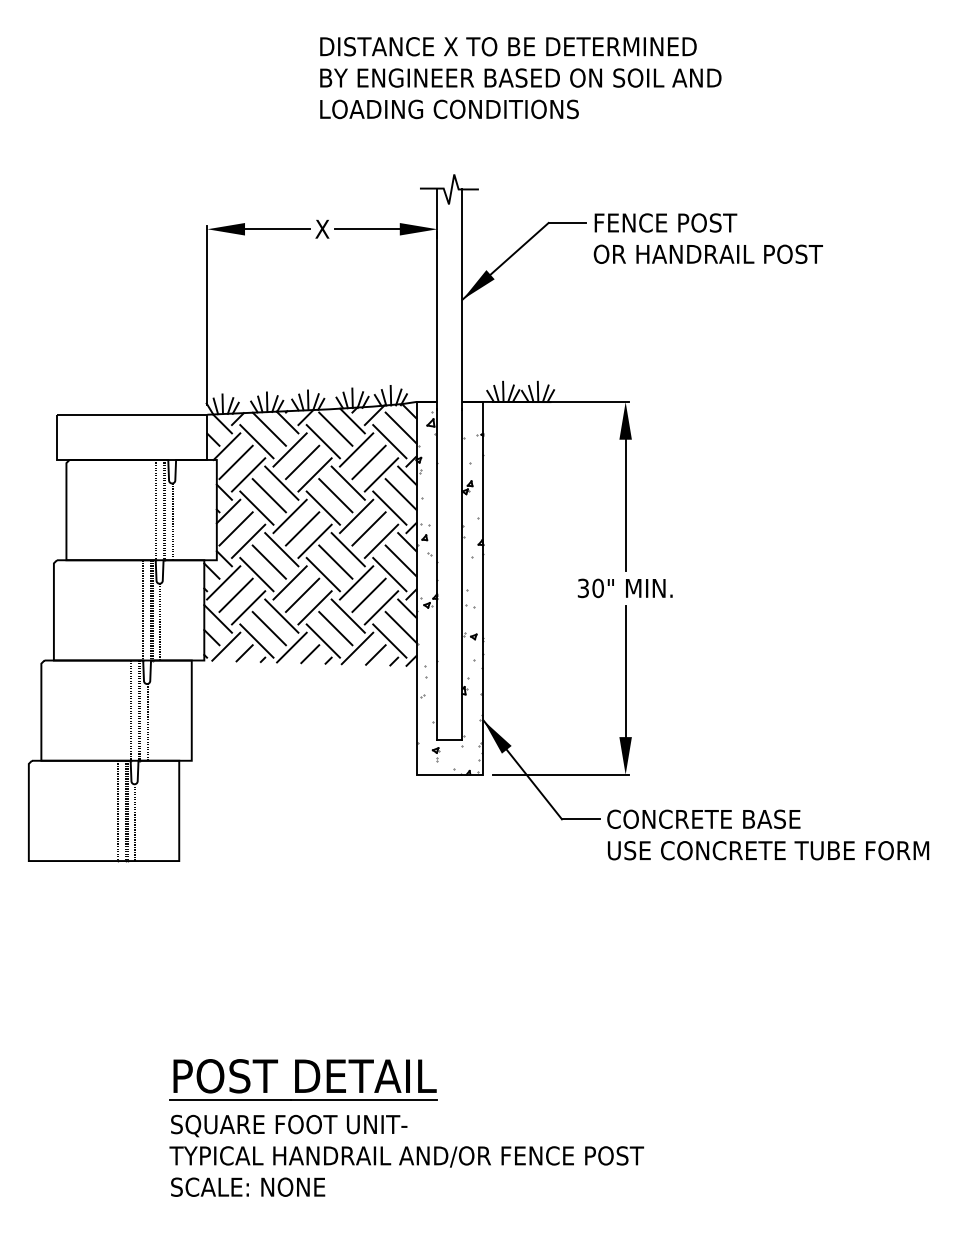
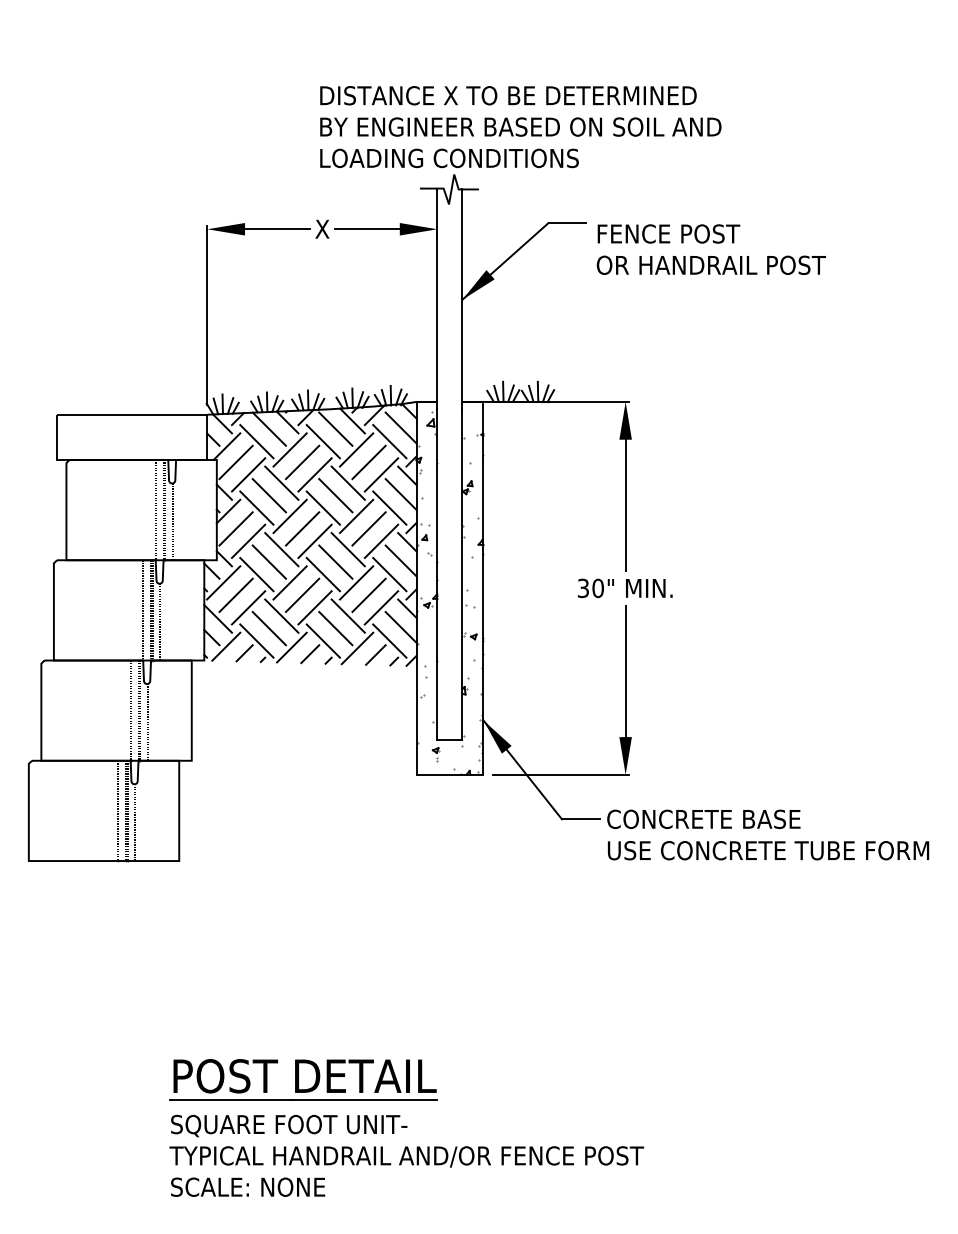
text at (520, 78) position: (520, 78) -> (520, 127)
text at (707, 238) position: (707, 238) -> (710, 249)
